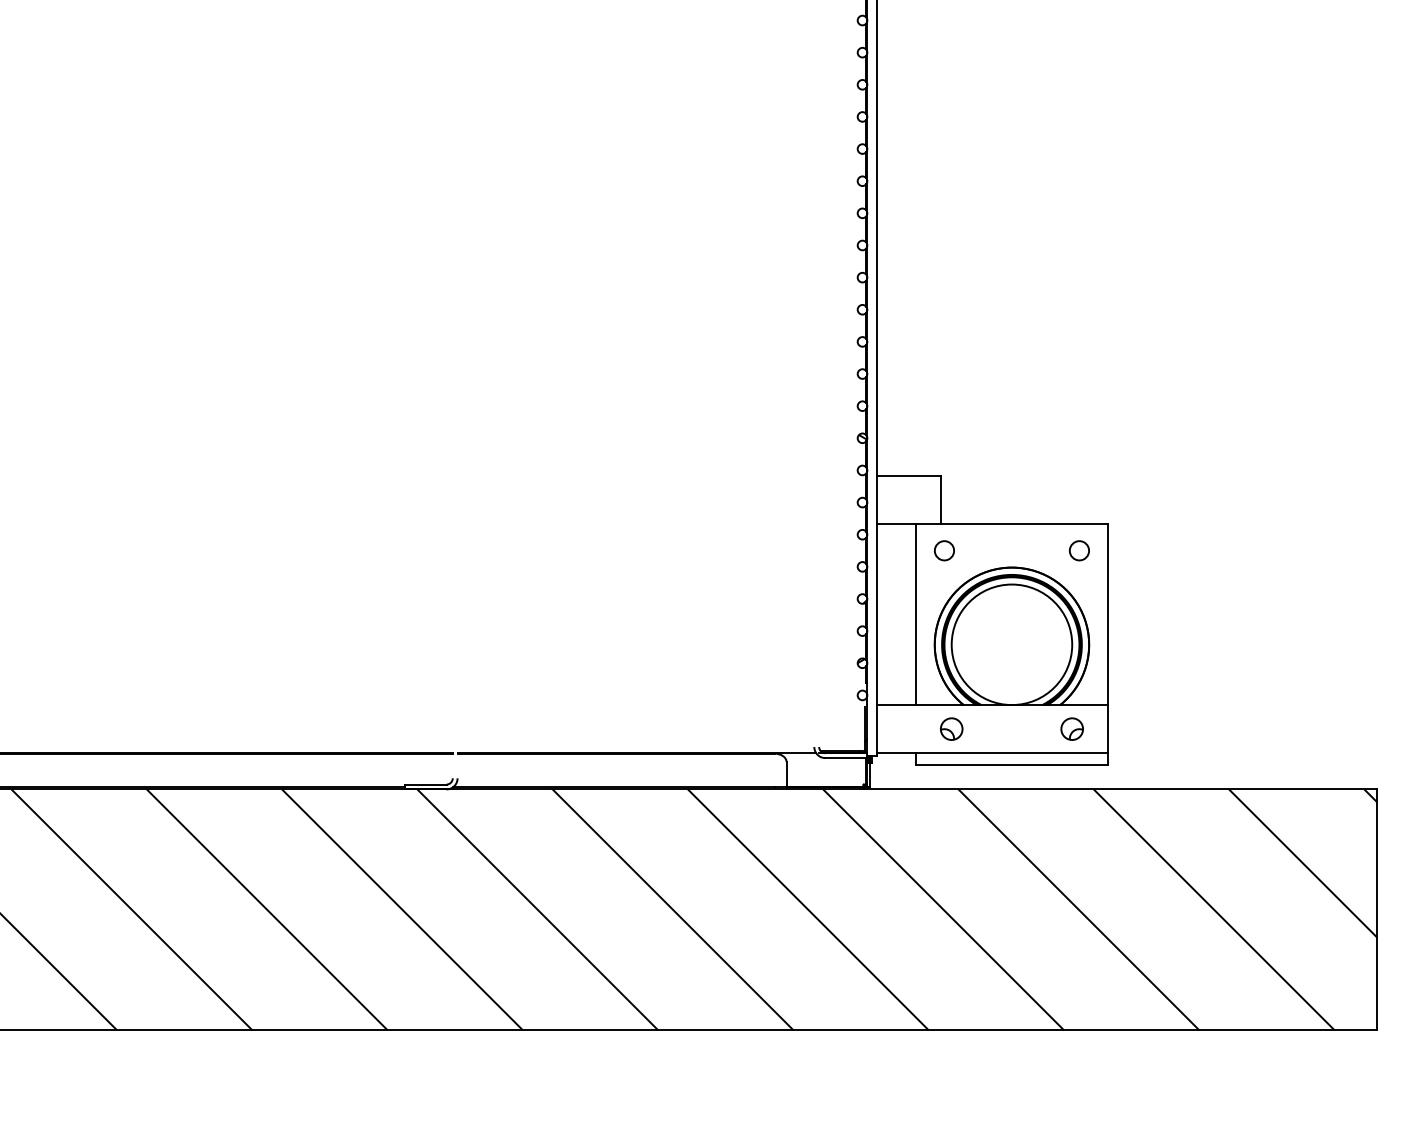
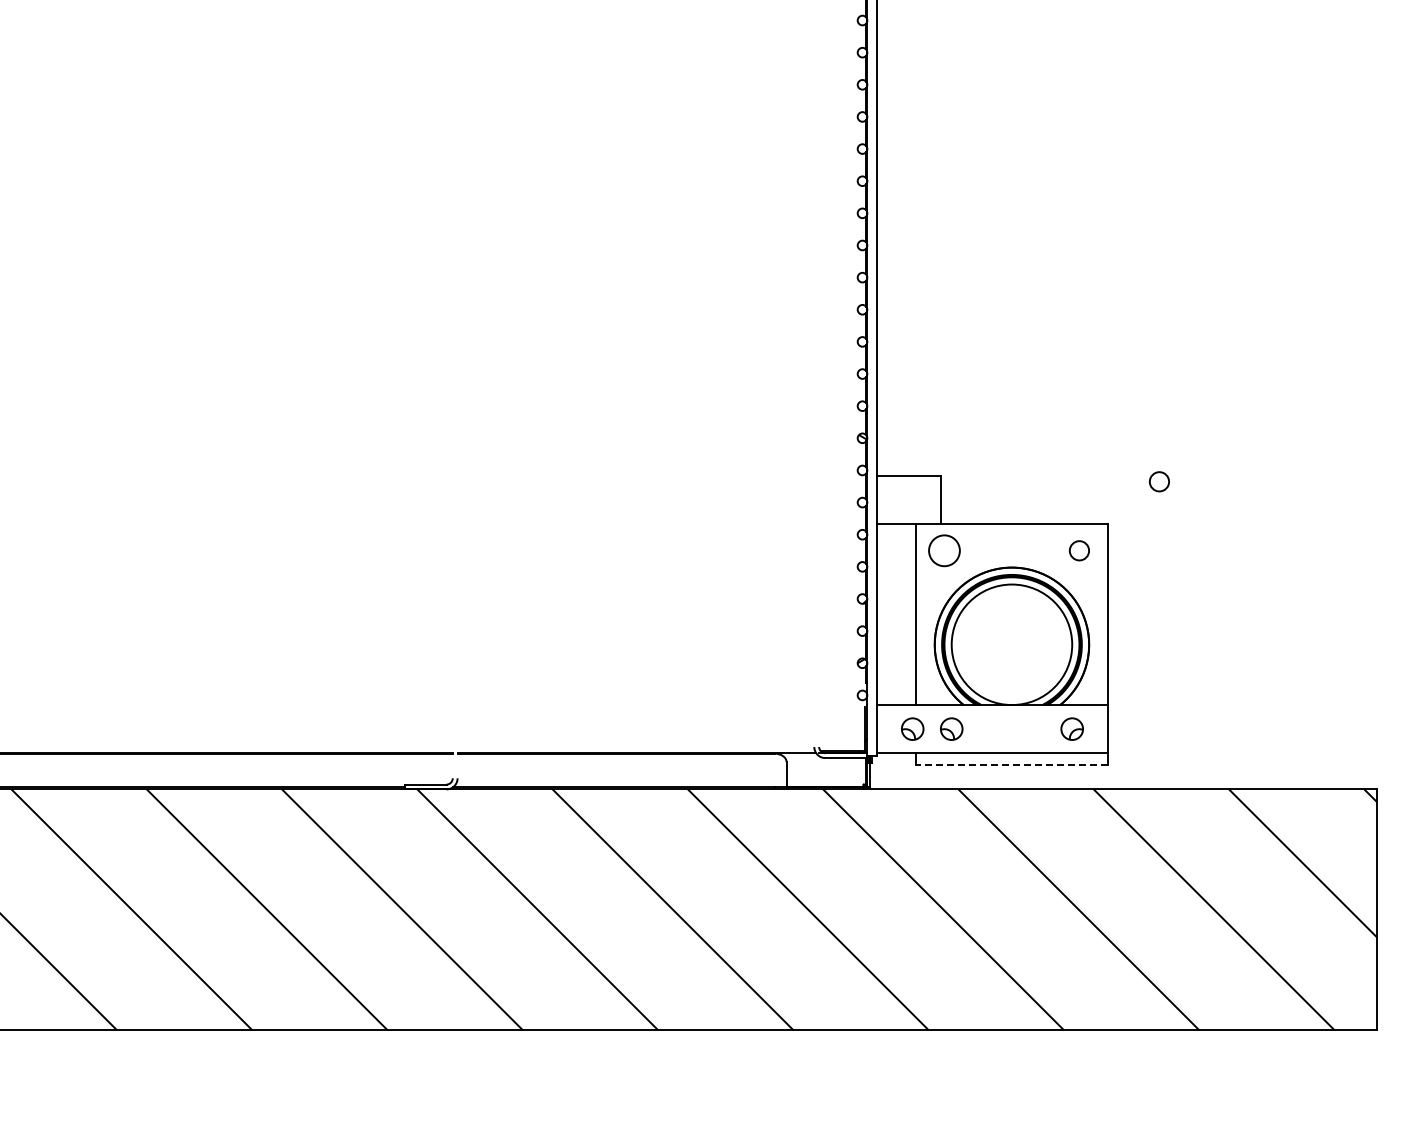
circle at (1158, 481): none -> present
circle at (944, 550) diameter: 19 px -> 31 px
part at (912, 728): none -> present
line at (1011, 765): solid -> dashed
